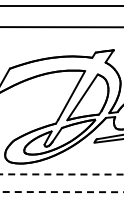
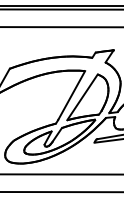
line at (61, 9): none -> present
line at (61, 174): dashed -> solid
line at (61, 192): dashed -> solid
